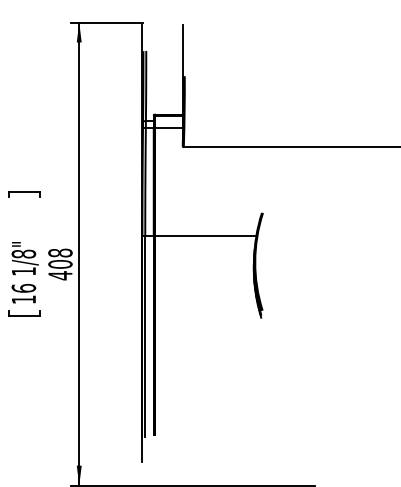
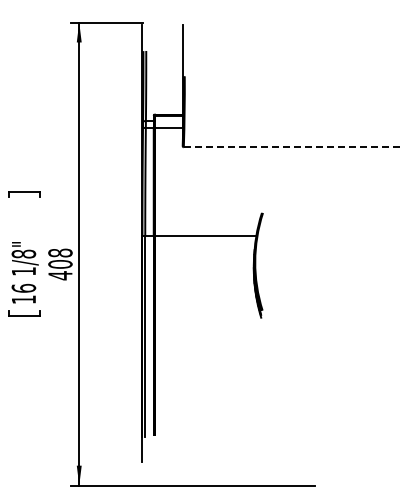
line at (292, 147): solid -> dashed
